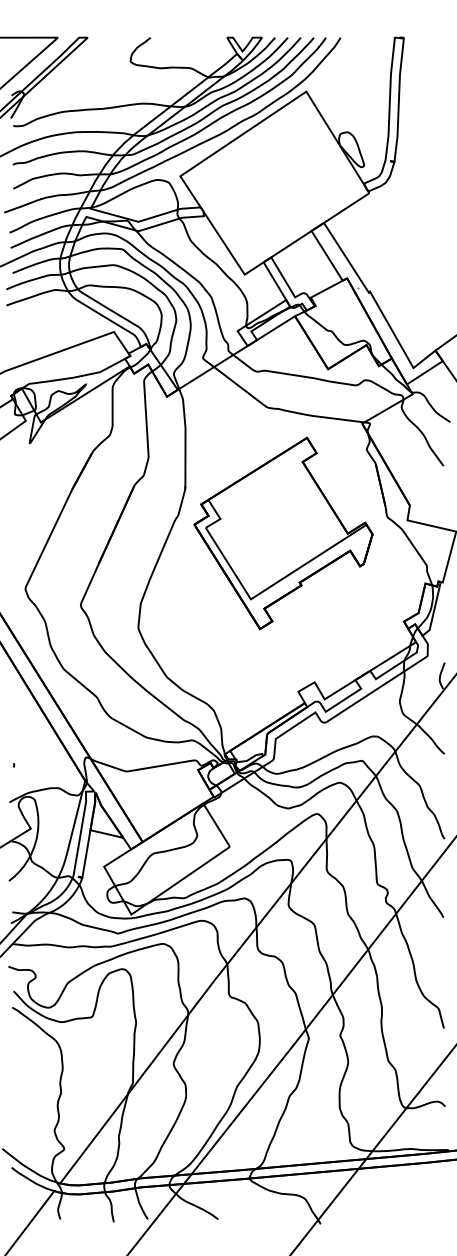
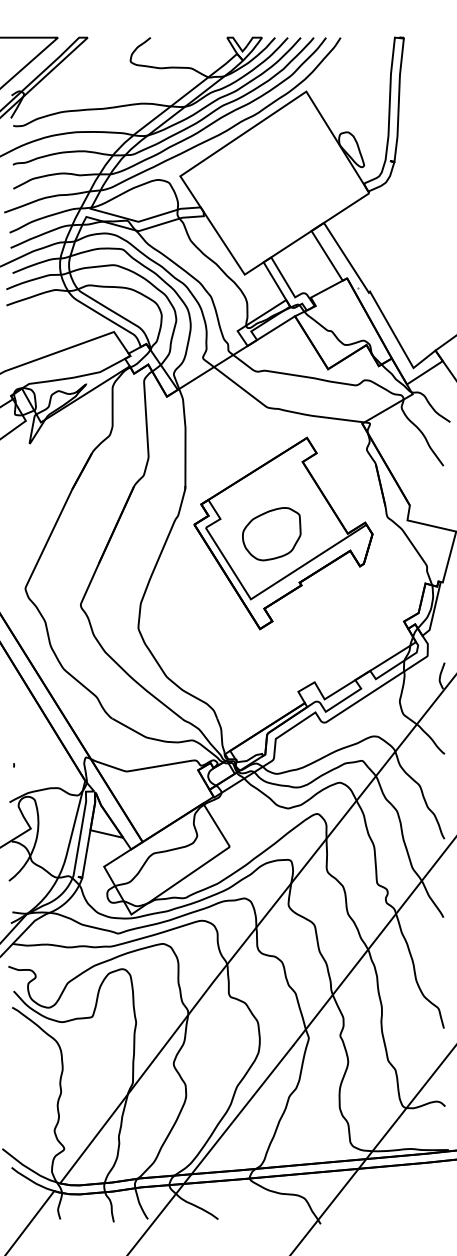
part at (271, 534): none -> present
